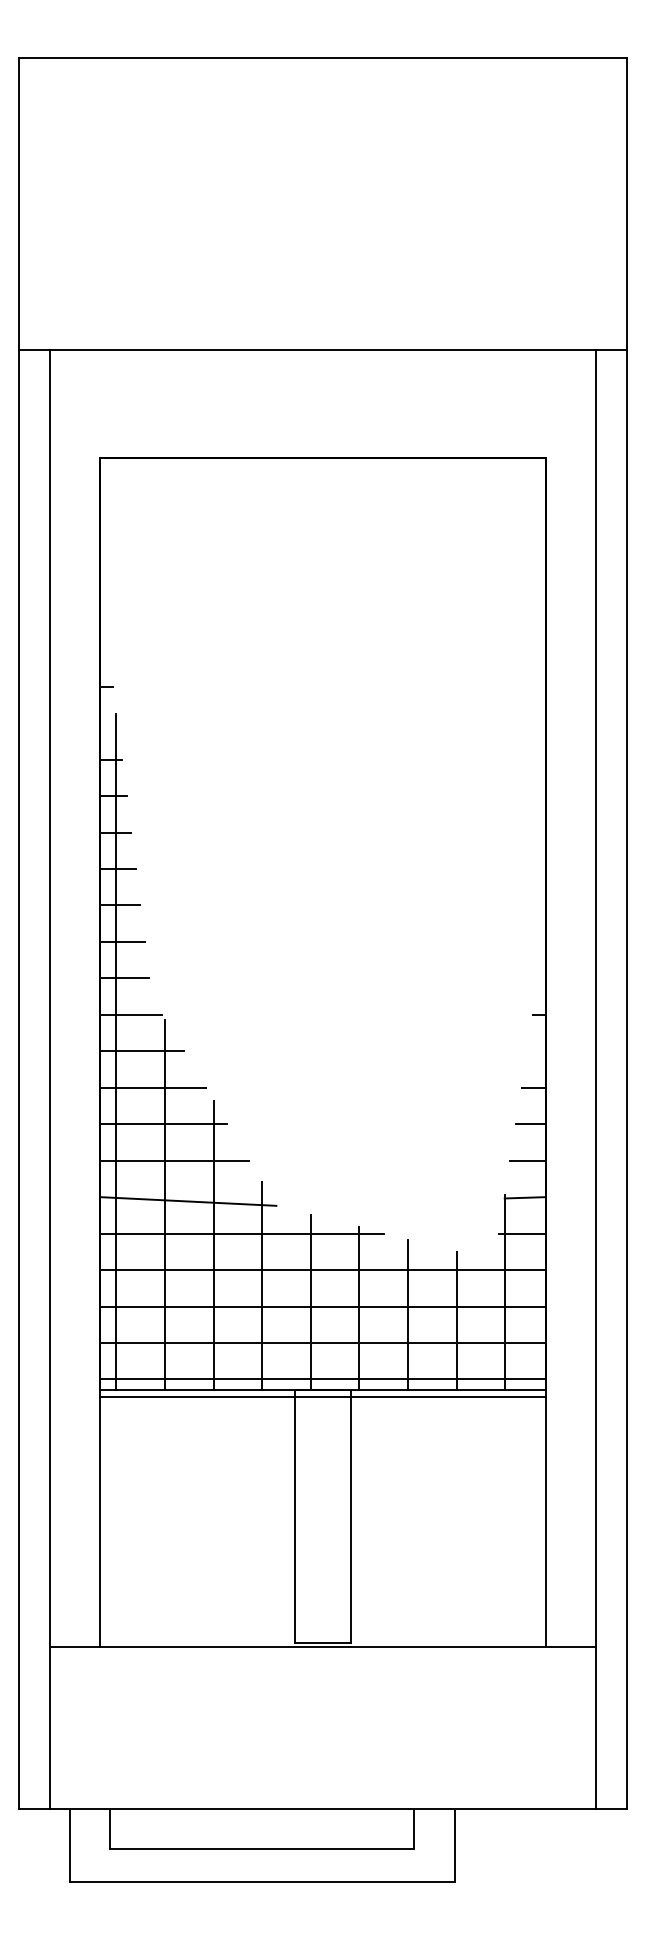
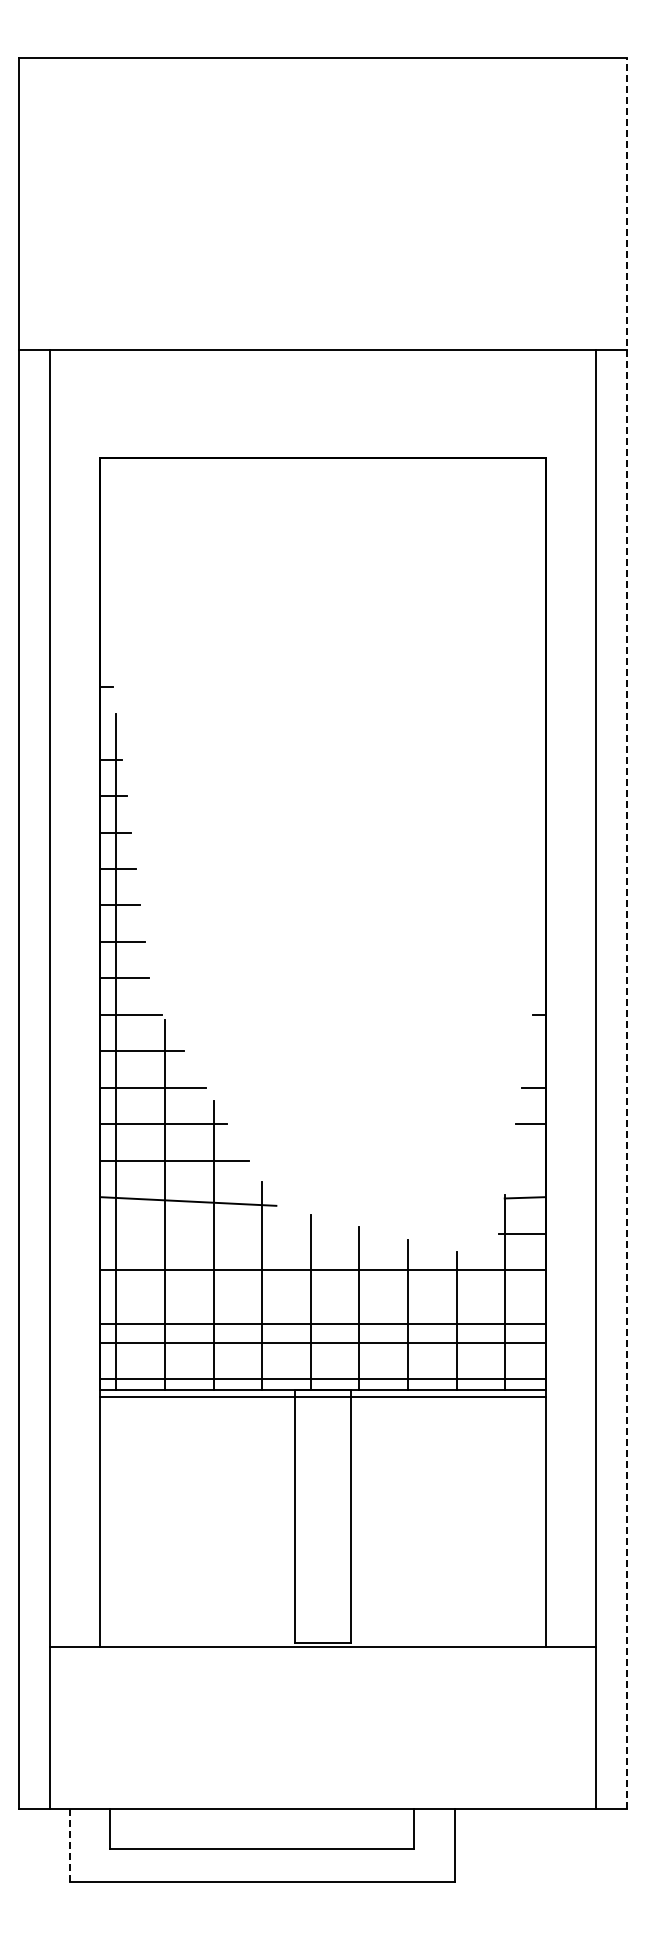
line at (626, 933): solid -> dashed
line at (527, 1160): present -> none
line at (241, 1233): present -> none
line at (322, 1306) position: (322, 1306) -> (322, 1323)
line at (69, 1845): solid -> dashed
